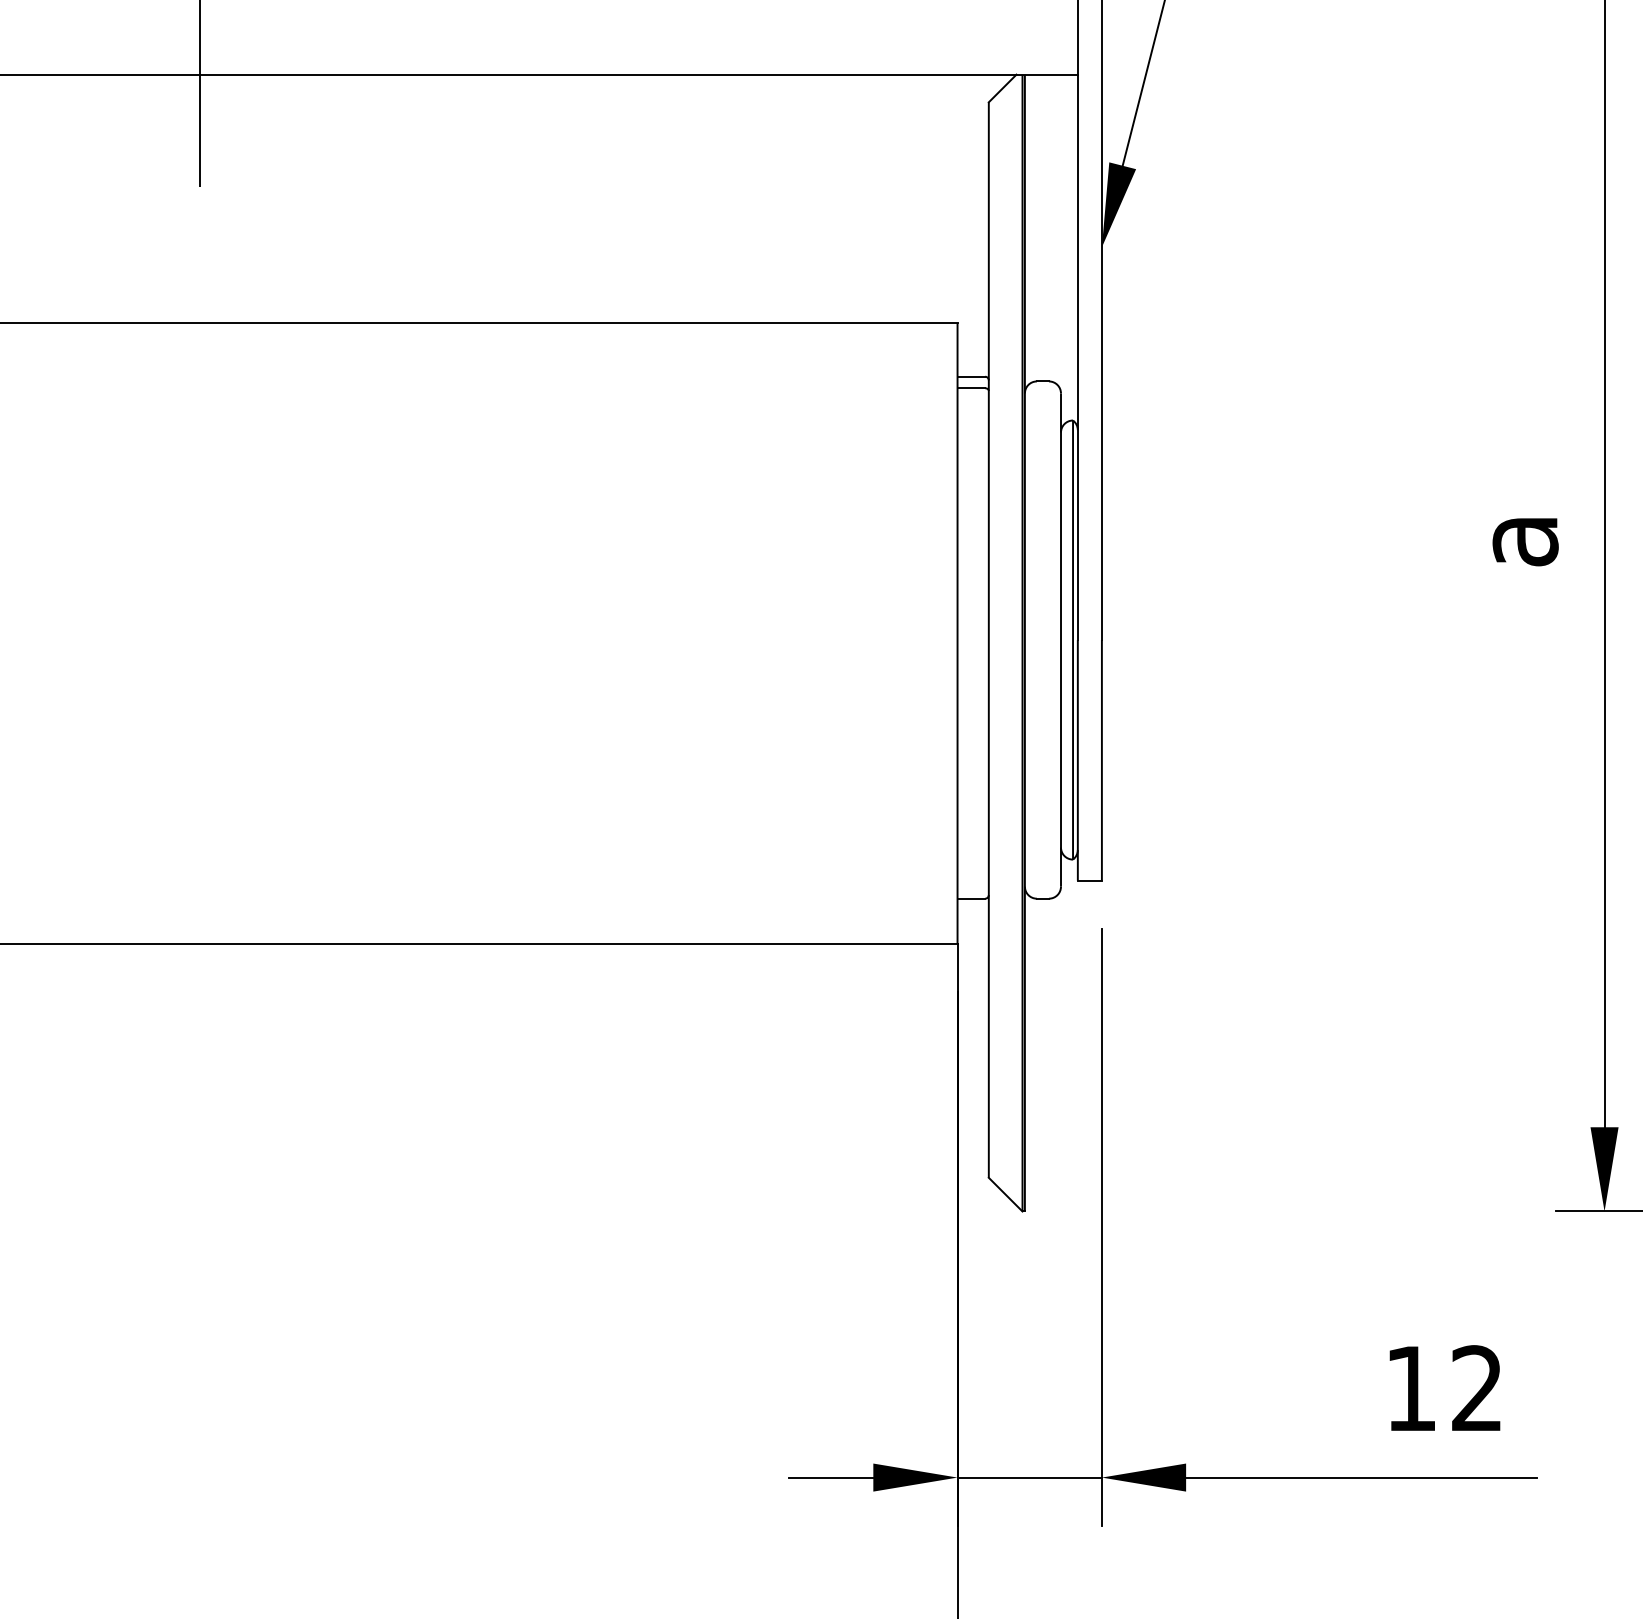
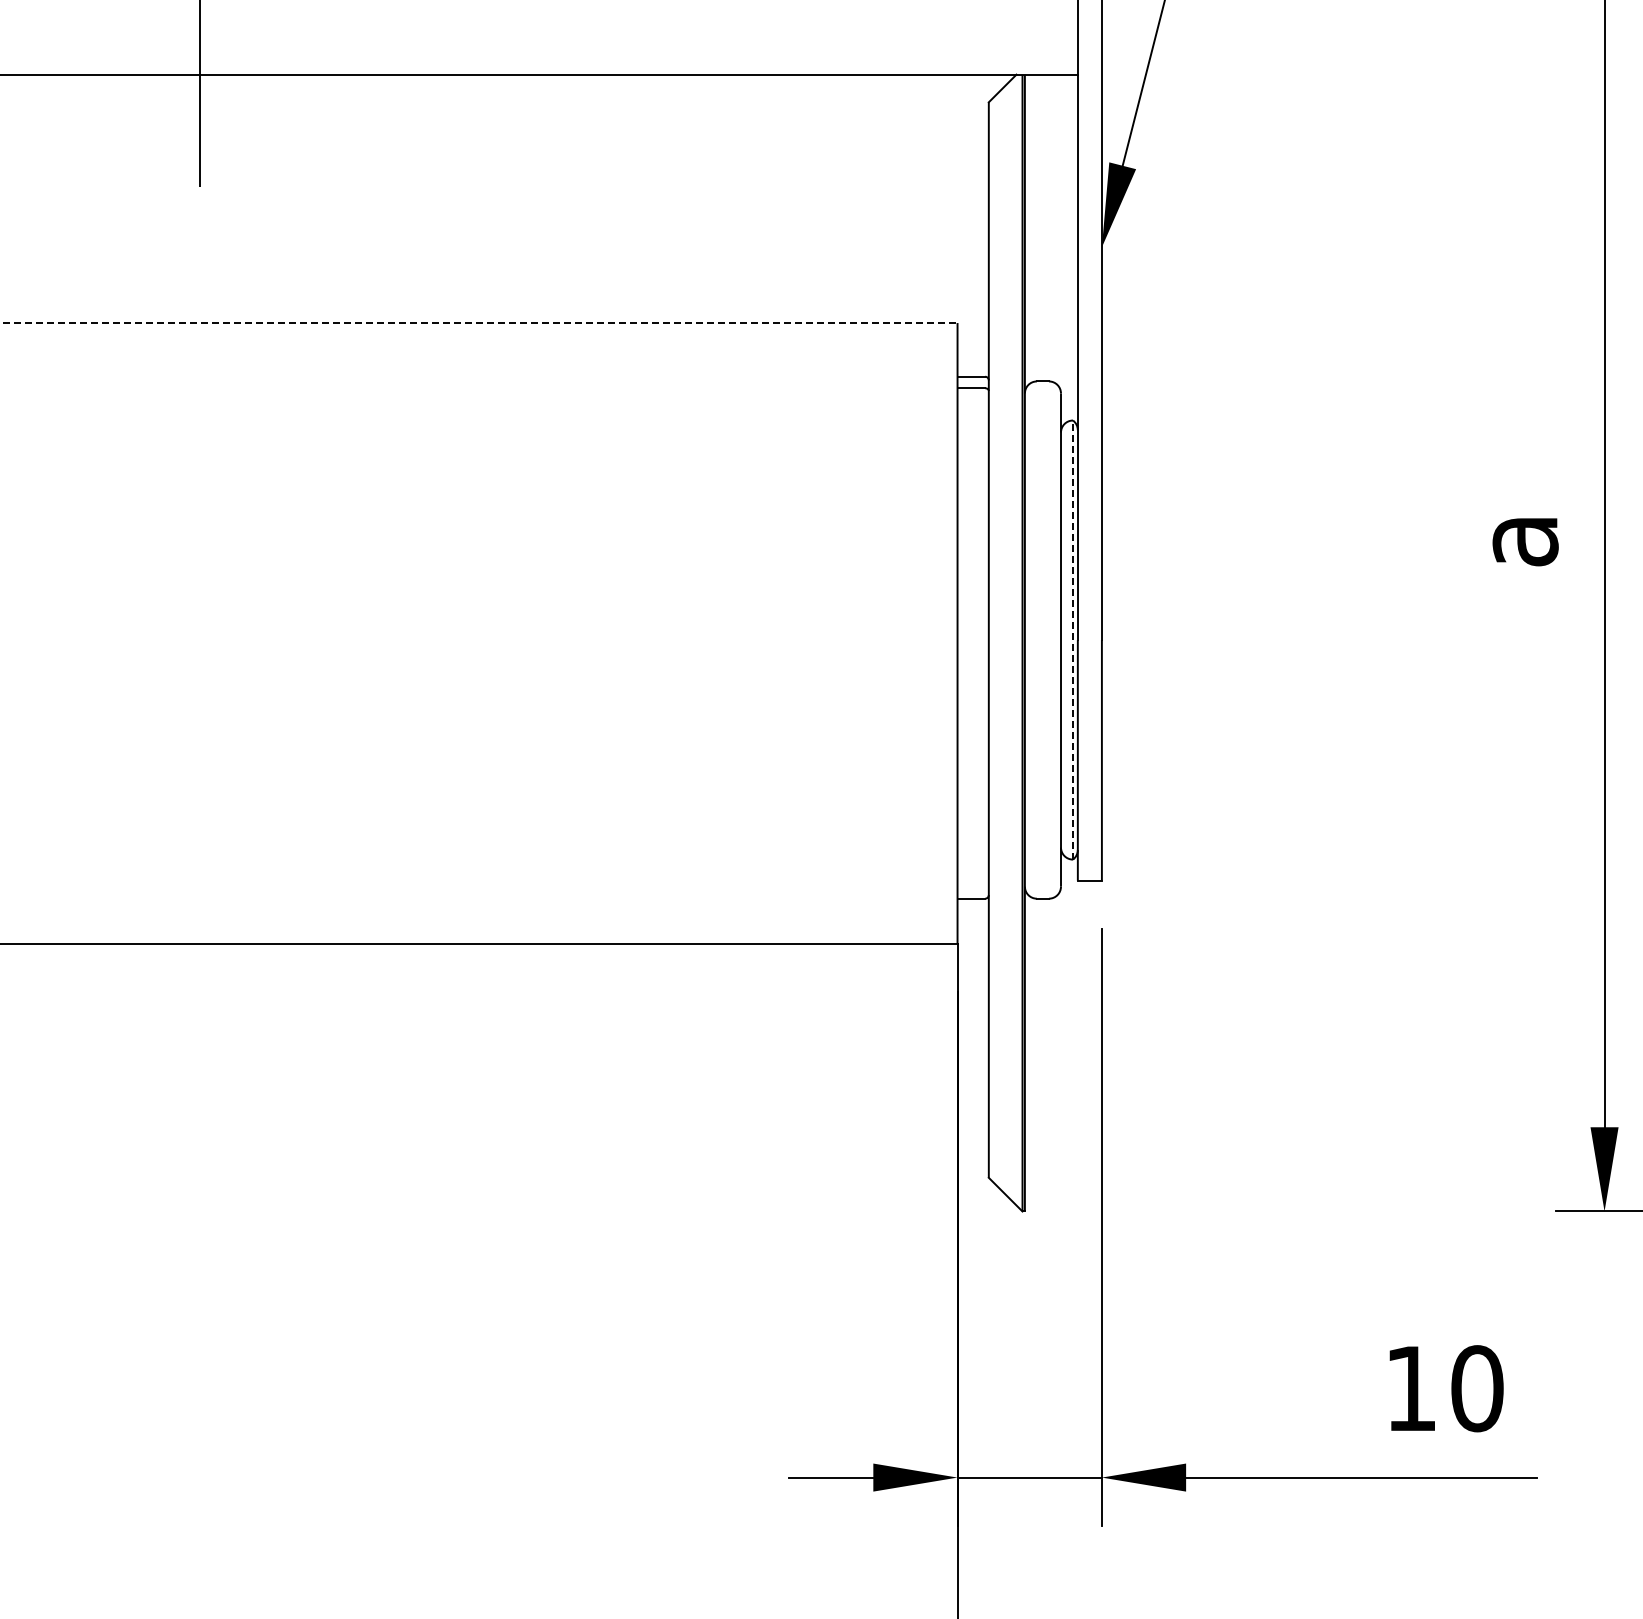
line at (479, 323): solid -> dashed
arc at (1073, 640): solid -> dashed
text at (1477, 1388): 12 -> 10
